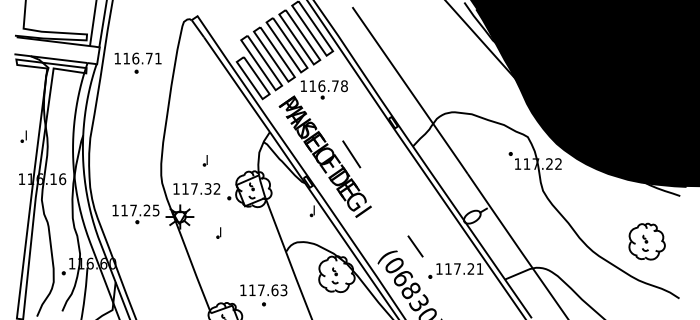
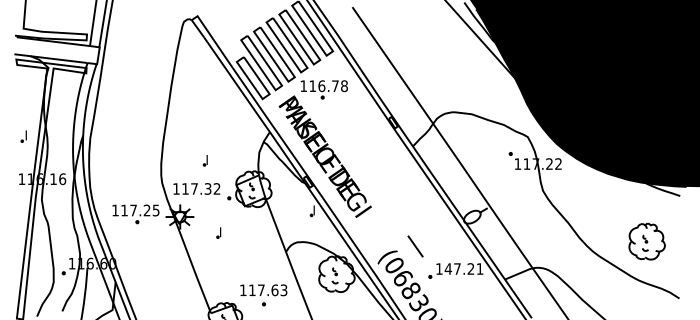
part at (137, 62): present -> none
line at (351, 154): present -> none
text at (448, 268): 117.21 -> 147.21
